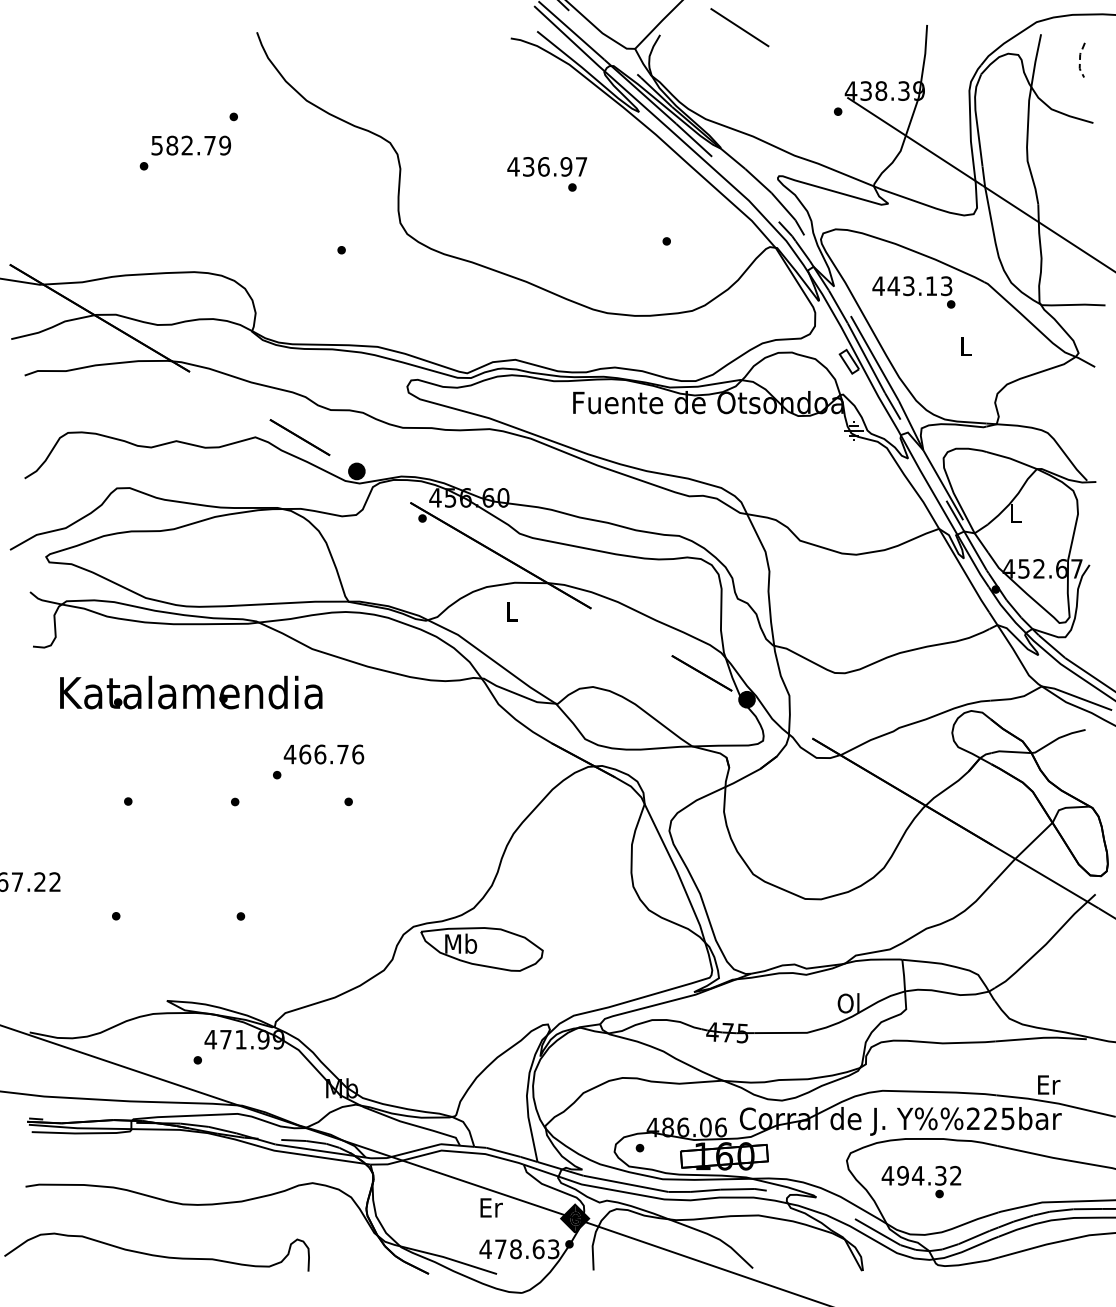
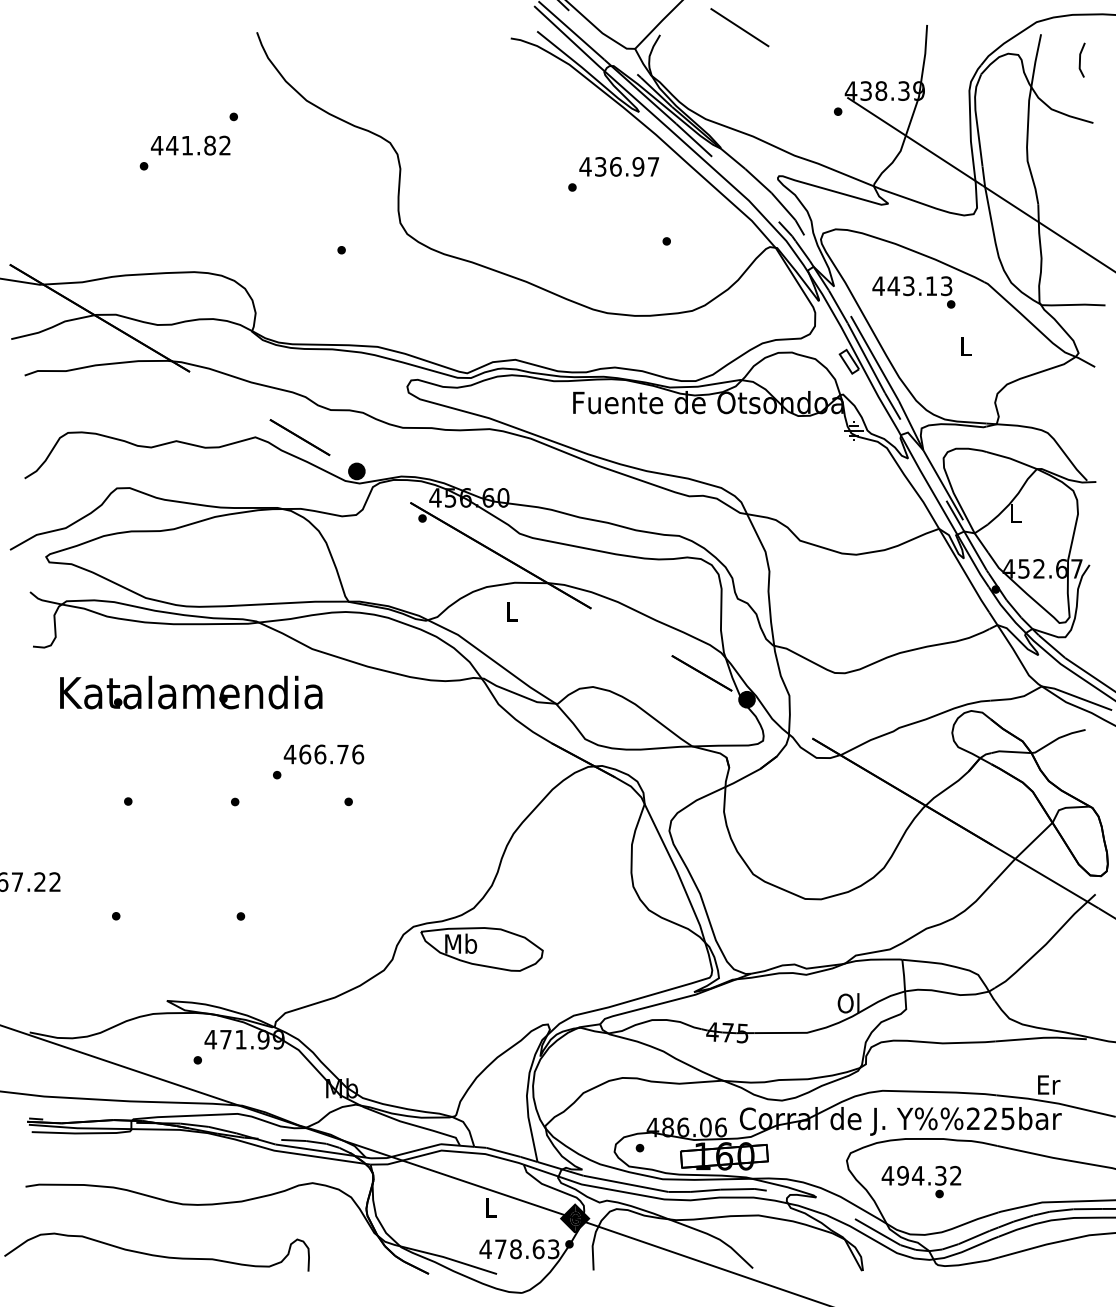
line at (1079, 60): dashed -> solid
text at (190, 145): 582.79 -> 441.82
text at (547, 166) position: (547, 166) -> (619, 166)
text at (491, 1207): Er -> L
